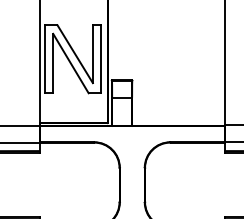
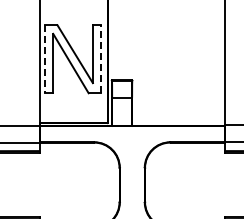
line at (101, 58): solid -> dashed
line at (44, 59): solid -> dashed
